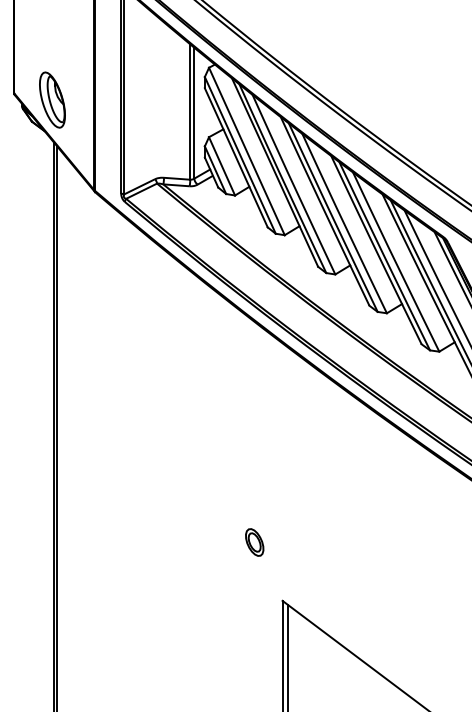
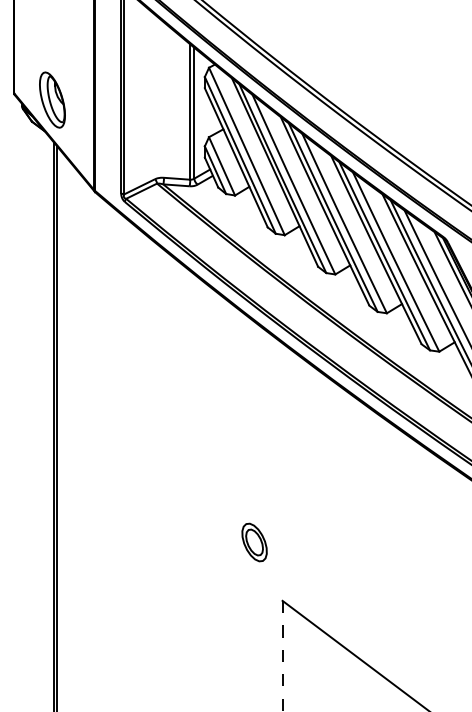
part at (254, 542) size: 20x29 px -> 27x41 px
line at (282, 656): solid -> dashed
line at (287, 656): present -> none
